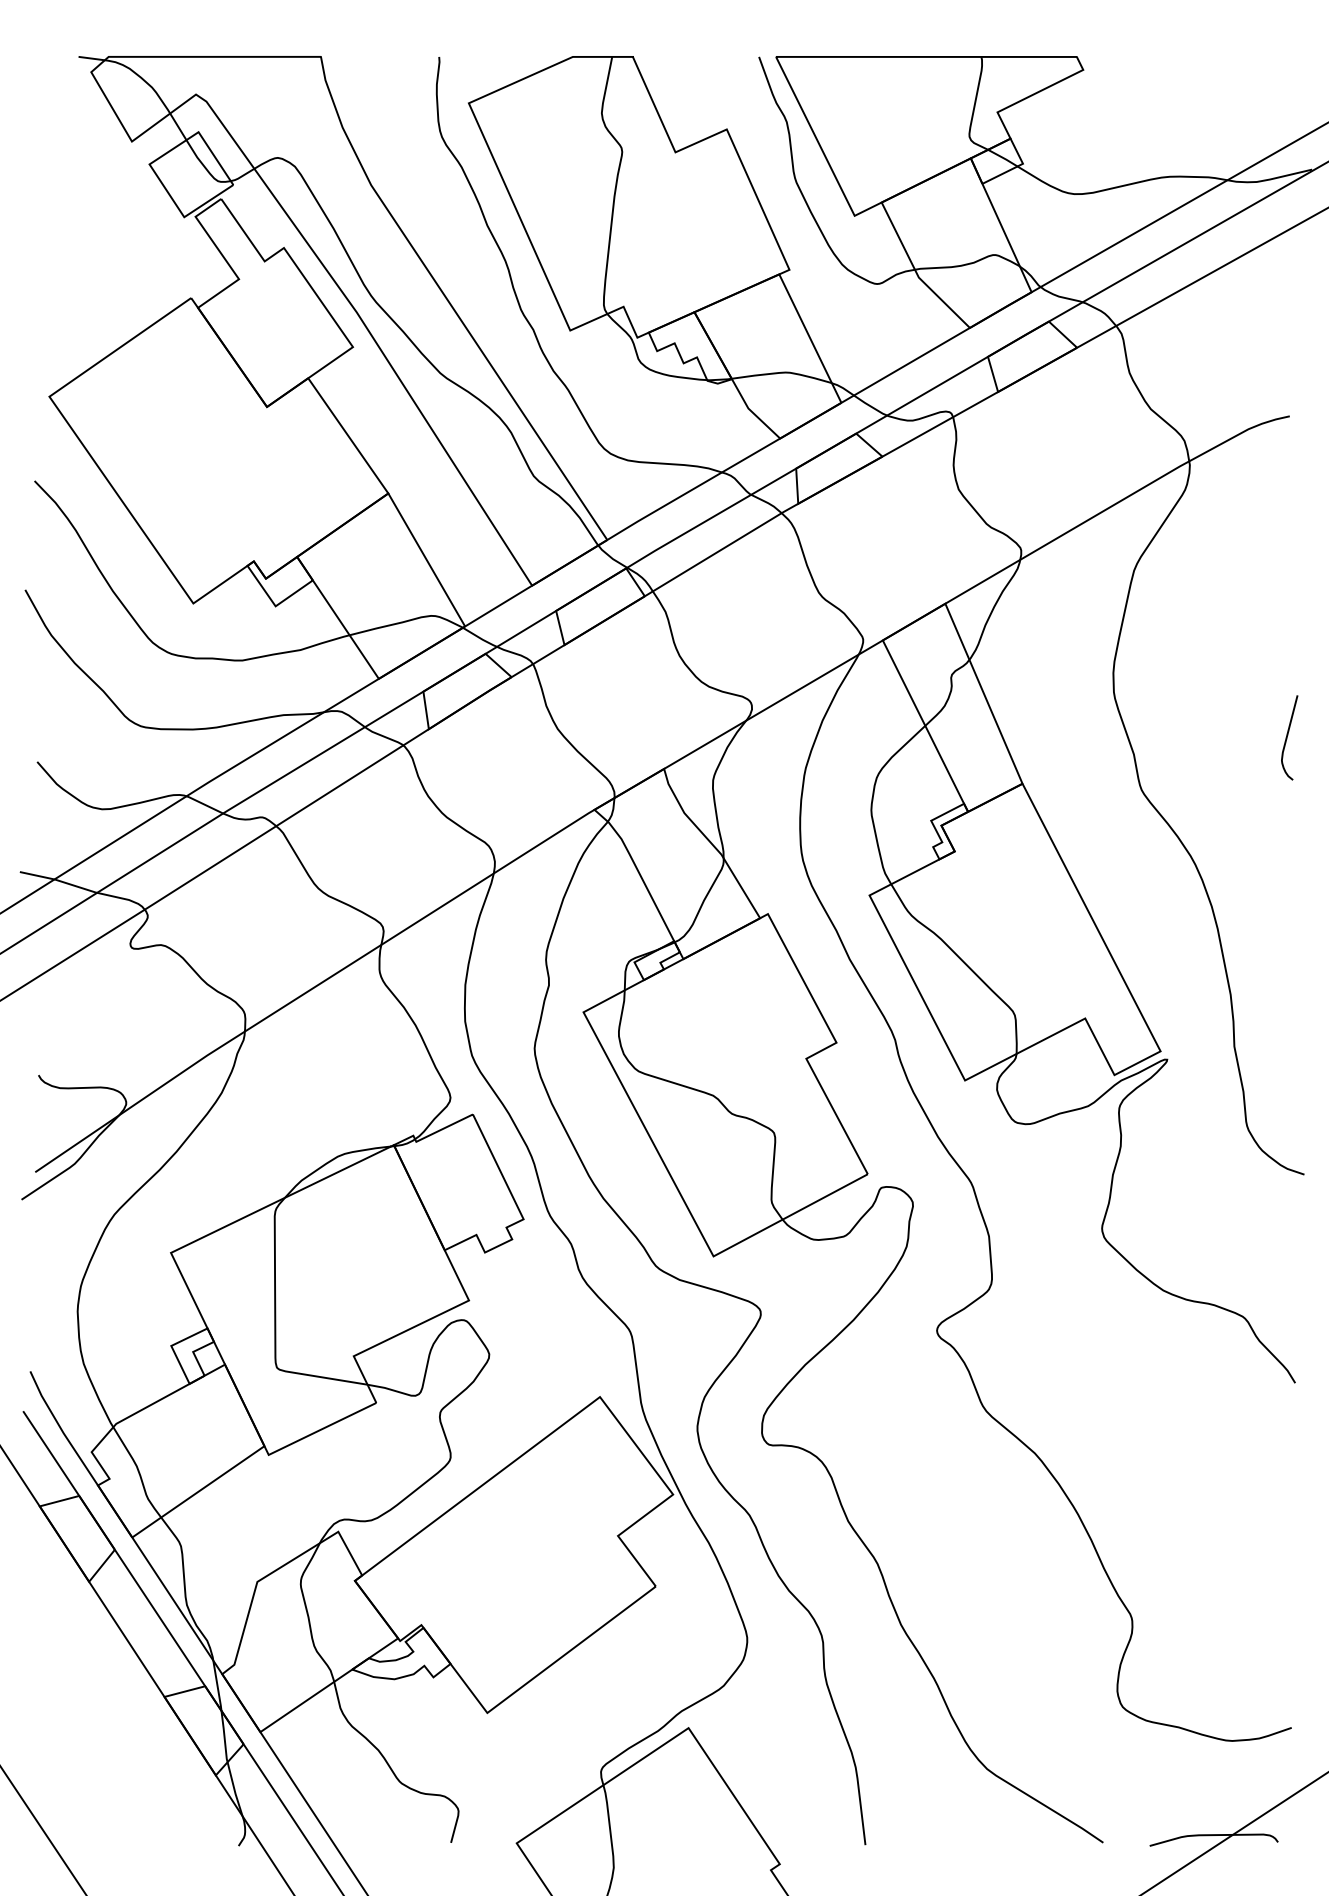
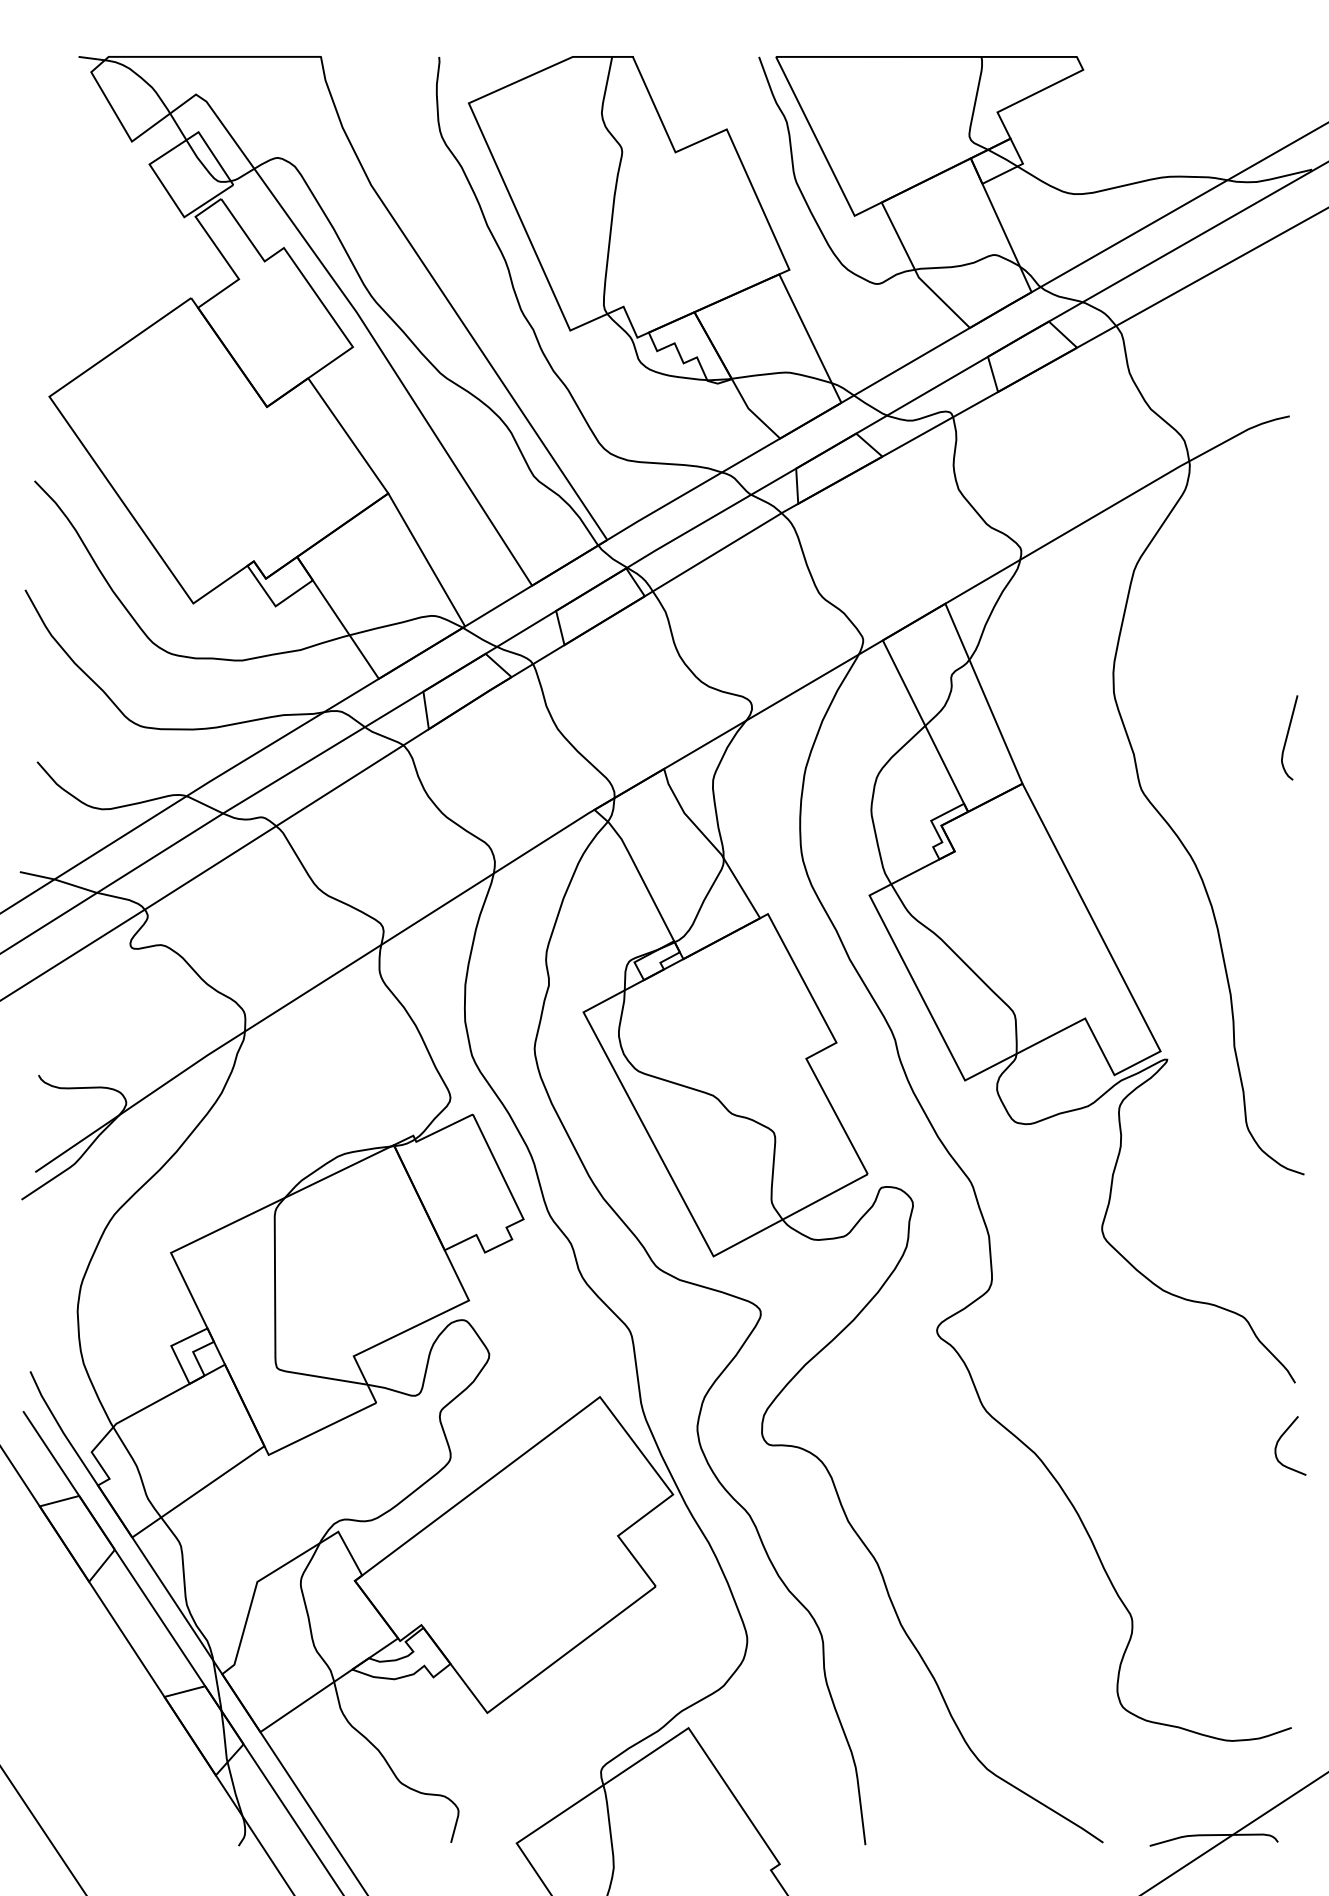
curve at (1280, 1439): none -> present
